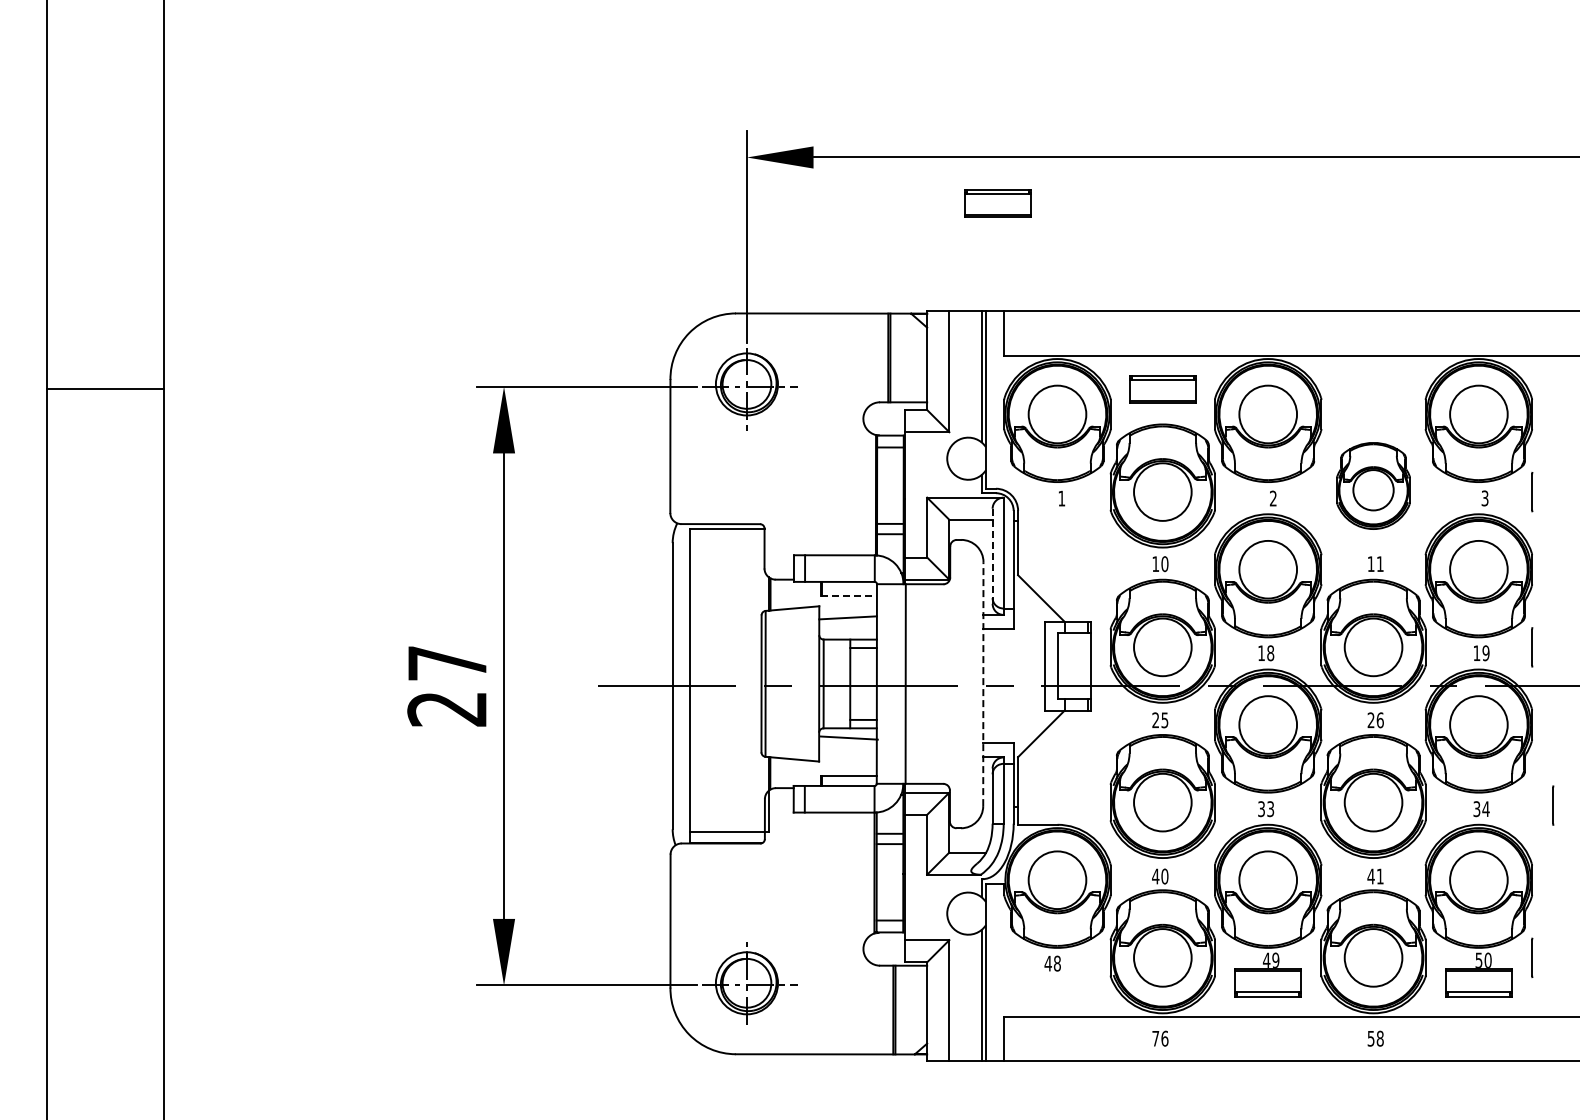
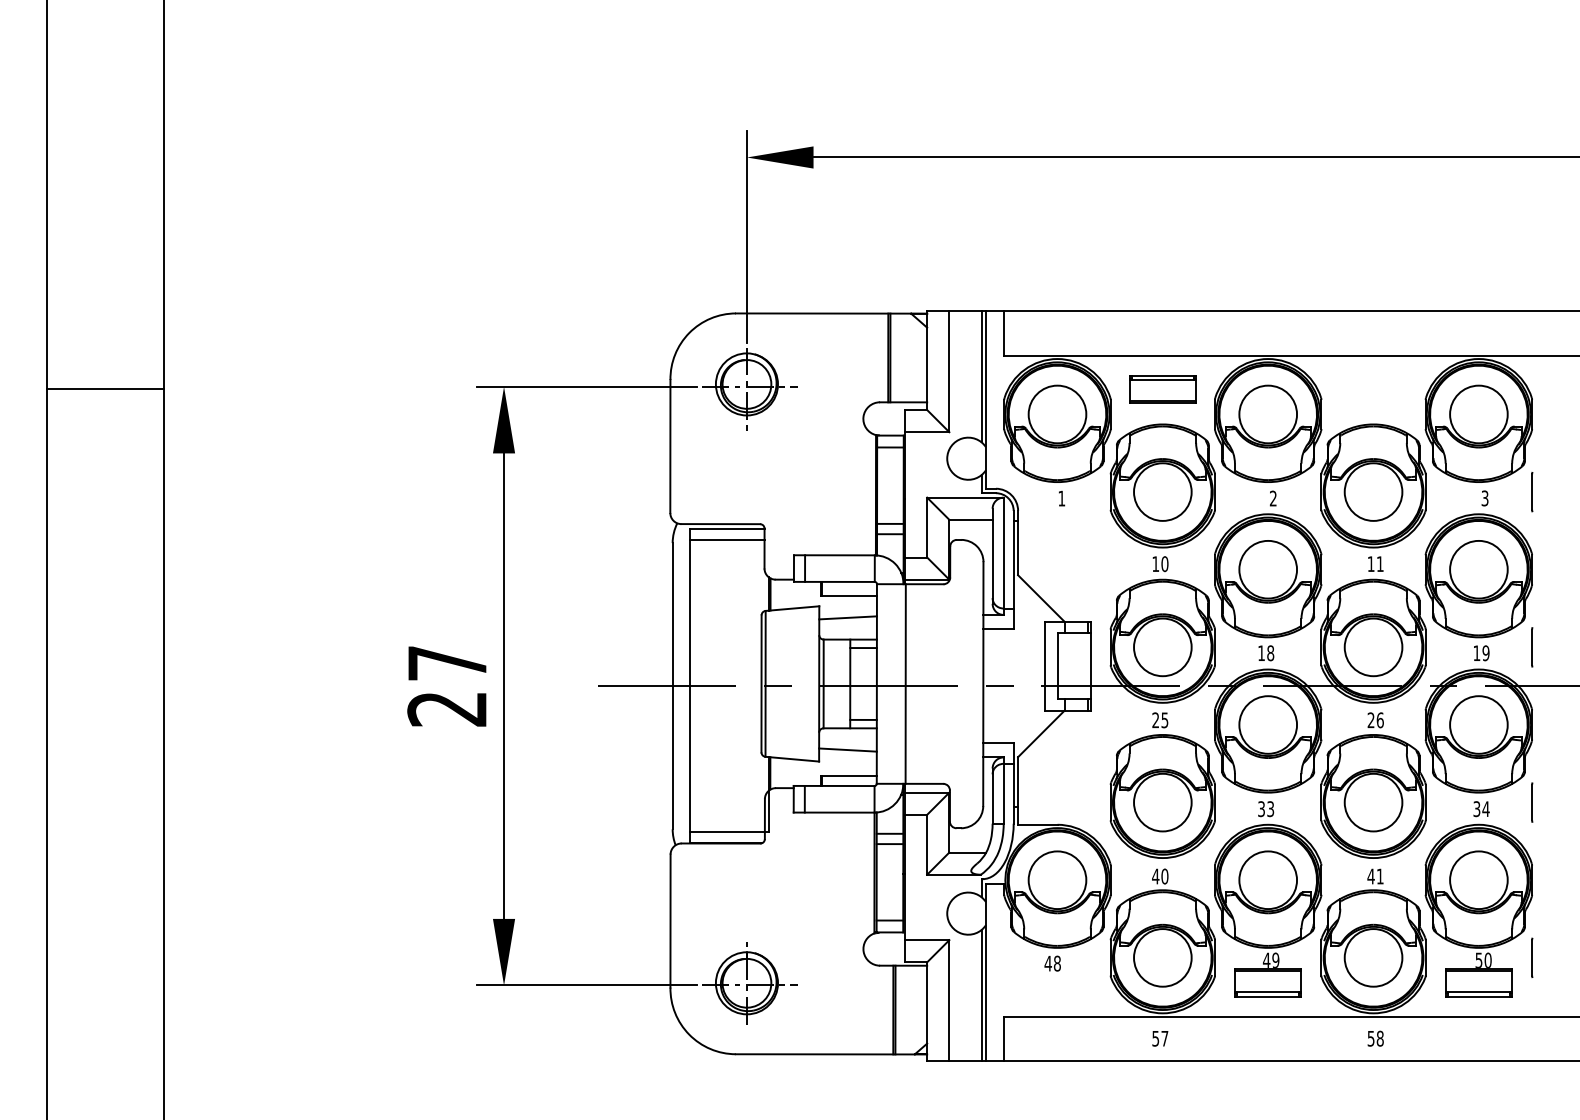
part at (997, 203): present -> none
part at (1373, 485) size: 75x88 px -> 107x126 px
line at (727, 540): none -> present
line at (992, 556): dashed -> solid
line at (849, 596): dashed -> solid
line at (983, 684): dashed -> solid
line at (848, 737) position: (848, 737) -> (847, 749)
line at (1553, 805) position: (1553, 805) -> (1532, 802)
text at (1160, 1038): 76 -> 57
